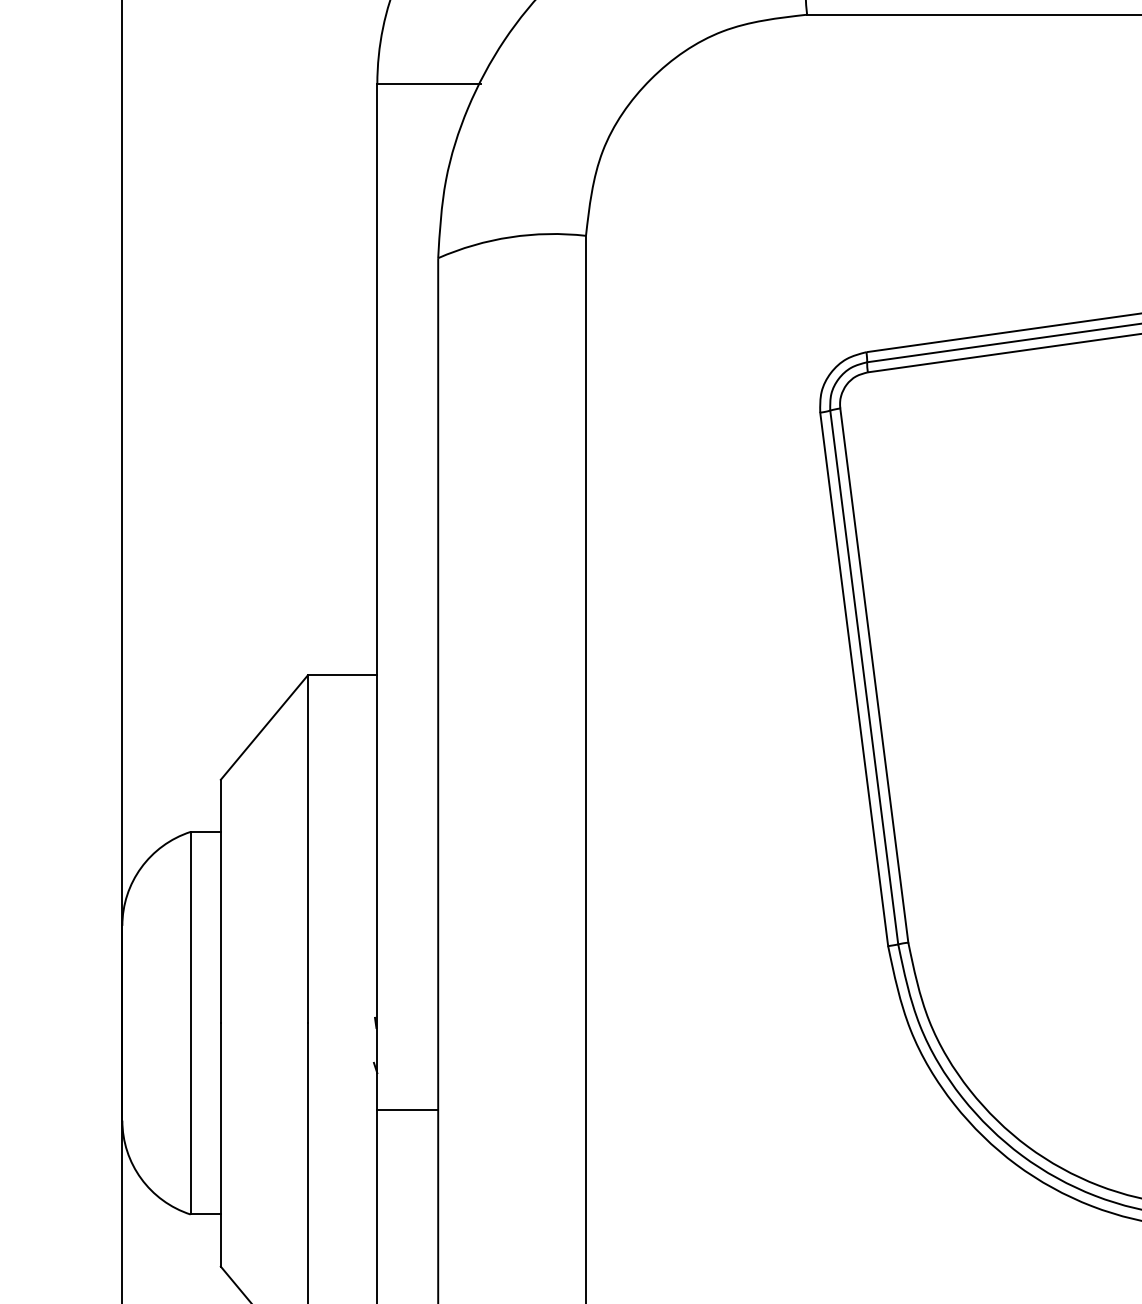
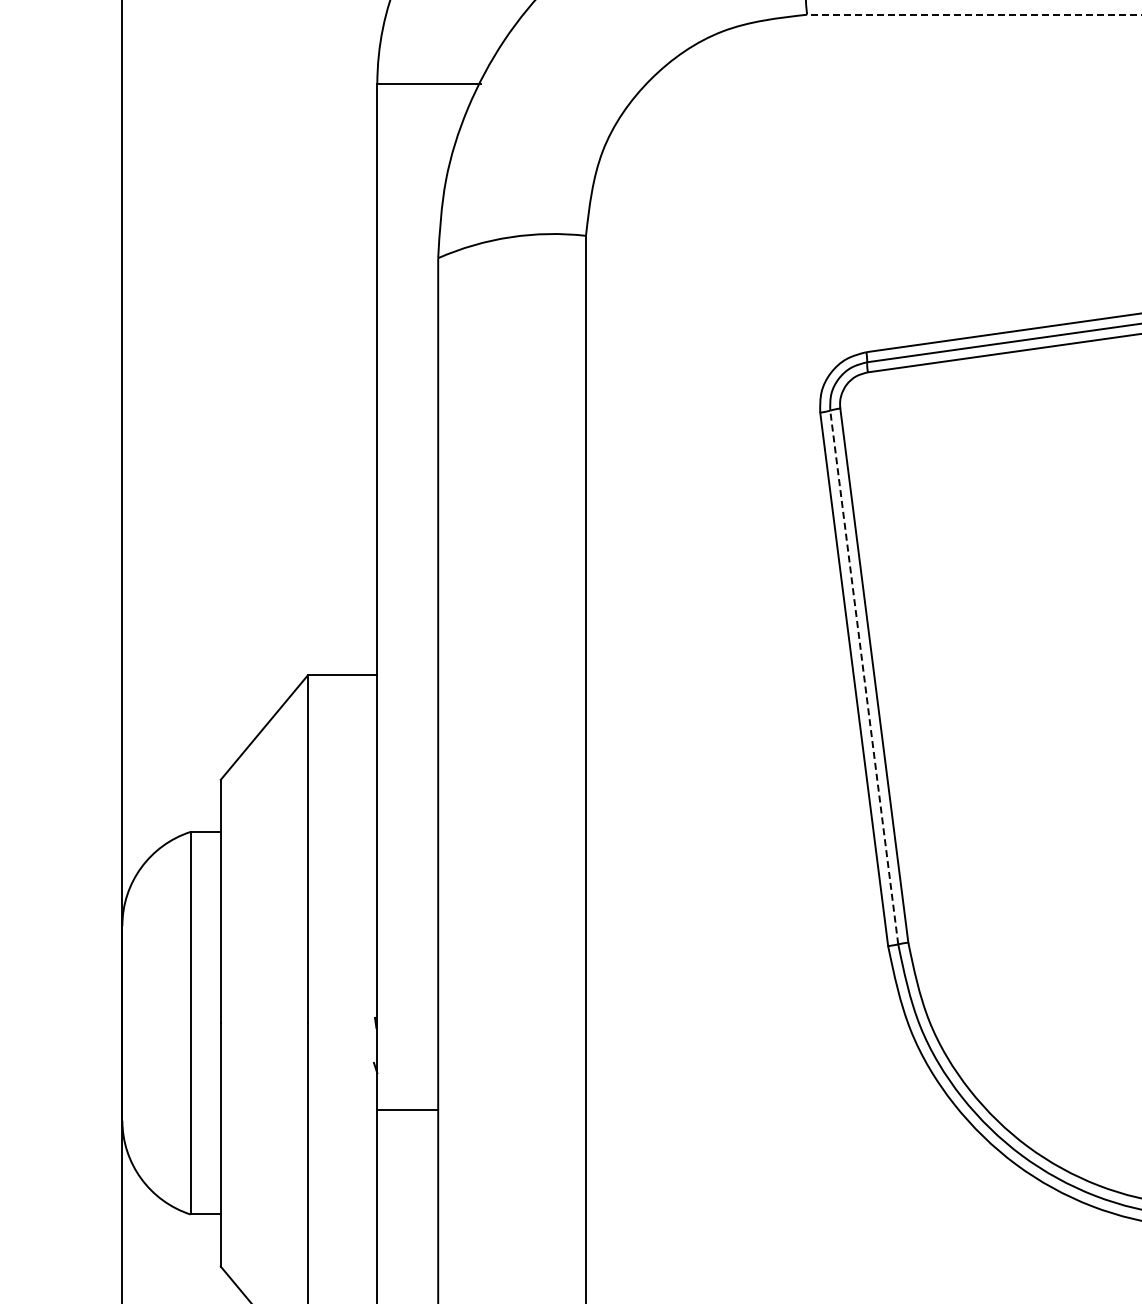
line at (974, 14): solid -> dashed
line at (864, 677): solid -> dashed
